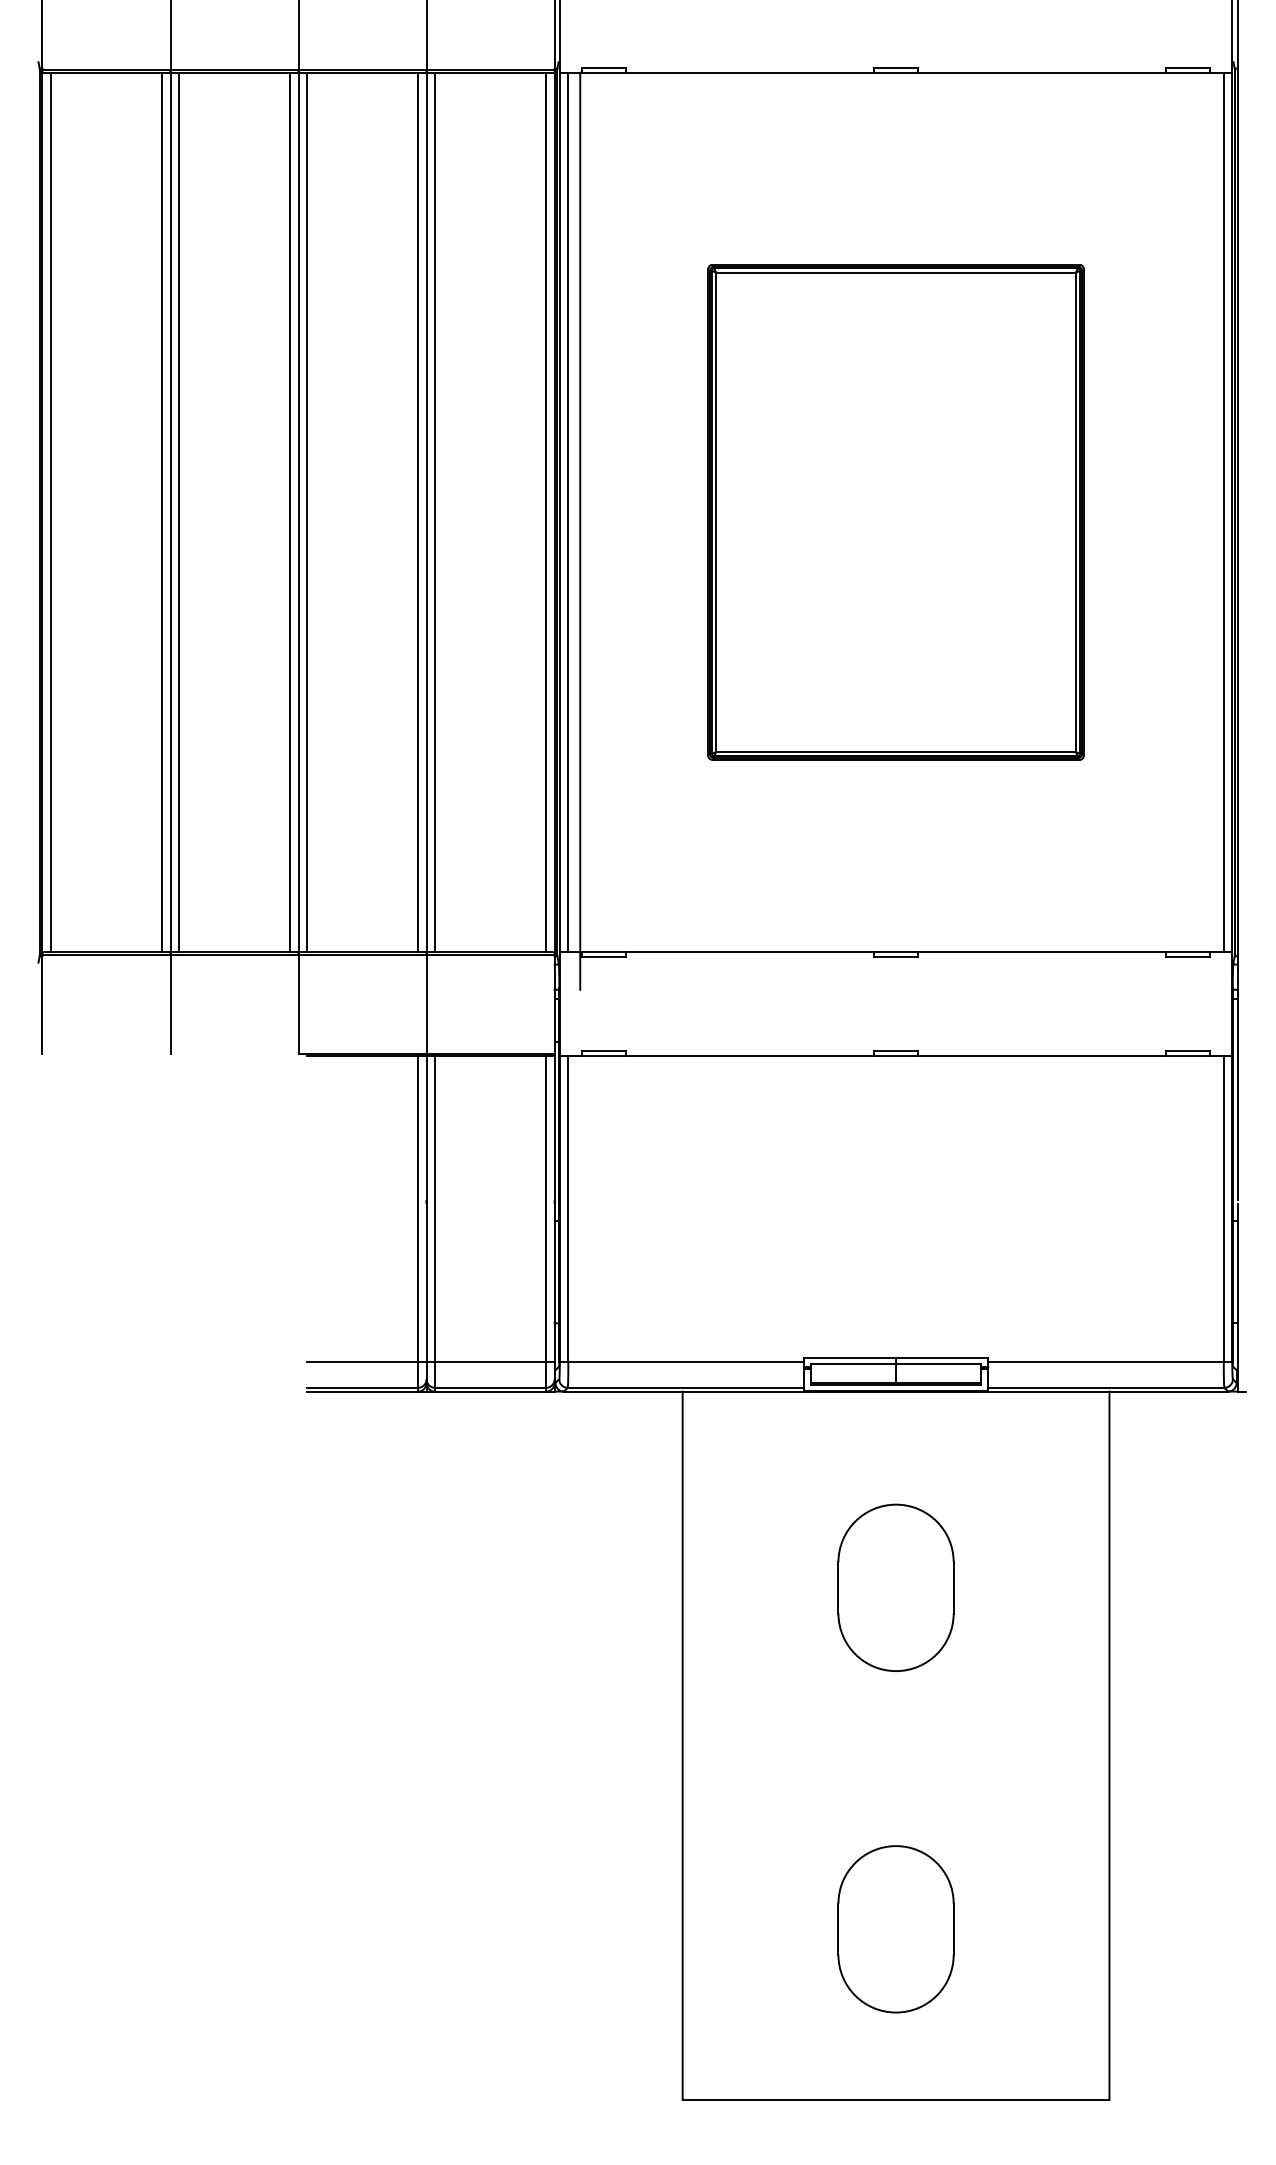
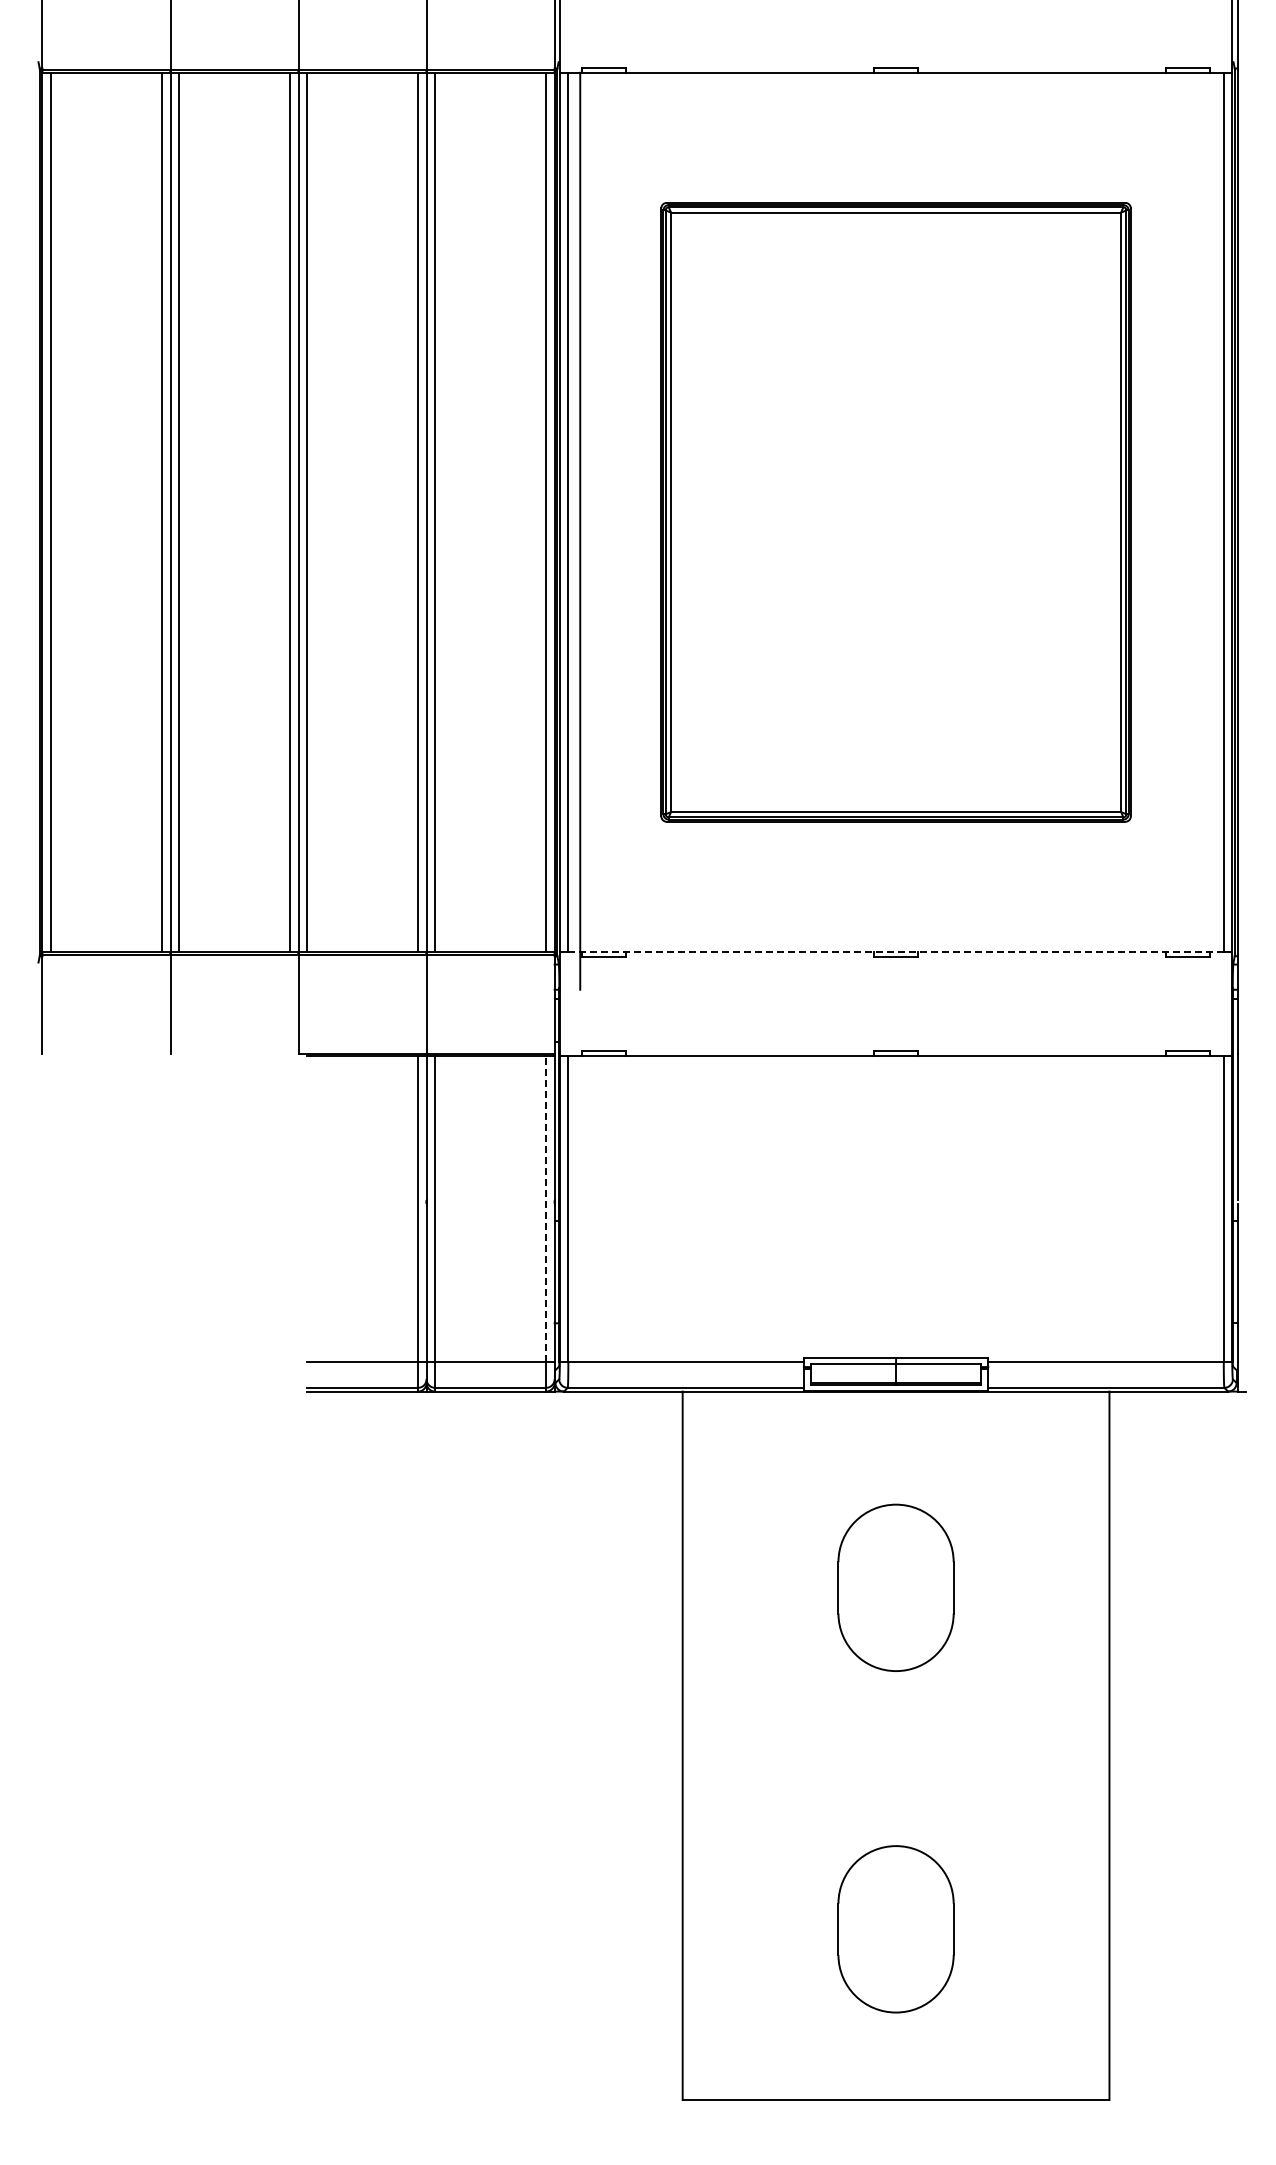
part at (895, 512) size: 378x497 px -> 472x621 px
line at (896, 951): solid -> dashed
line at (546, 1208): solid -> dashed
